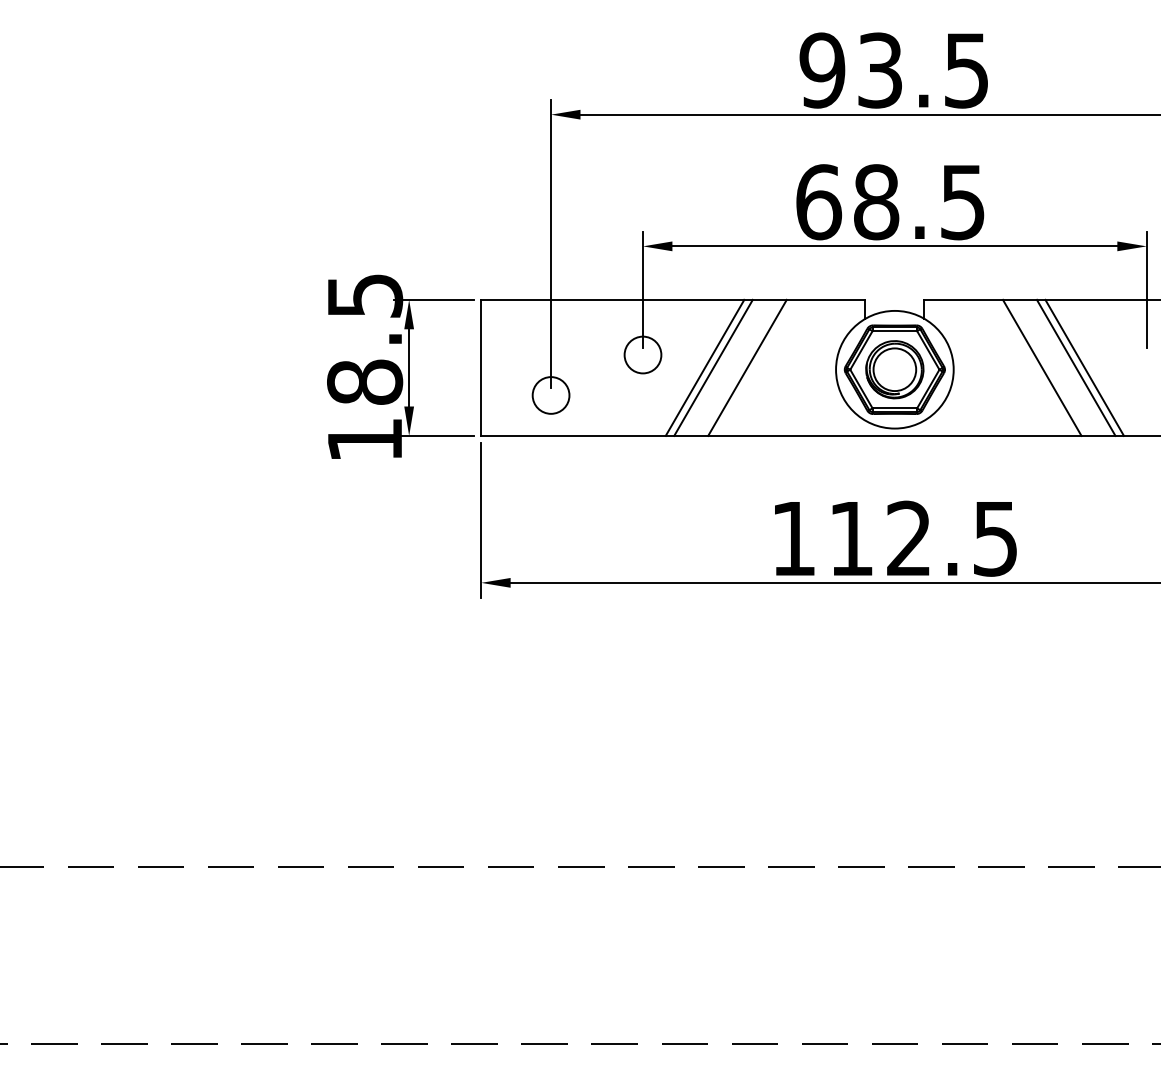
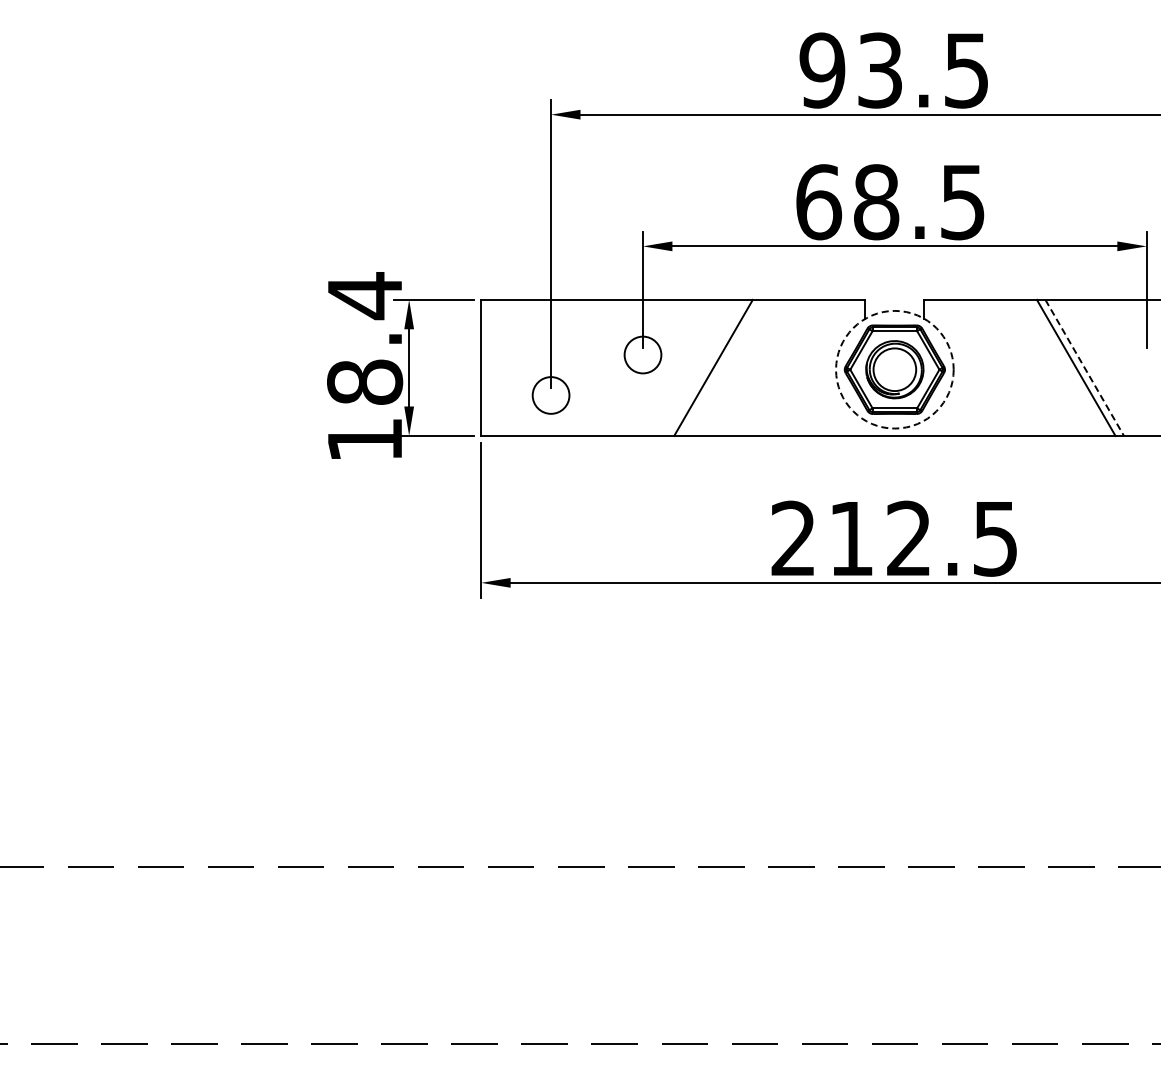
text at (365, 296): 18.5 -> 18.4
line at (704, 367): present -> none
line at (747, 367): present -> none
line at (1041, 367): present -> none
line at (1084, 367): solid -> dashed
circle at (894, 369): solid -> dashed
text at (792, 537): 112.5 -> 212.5
